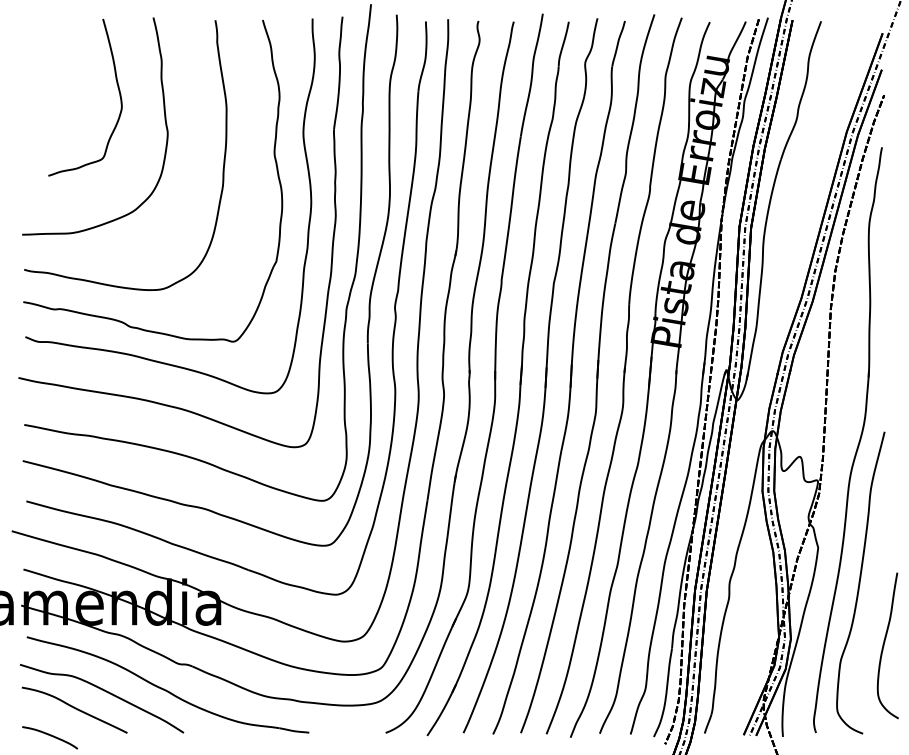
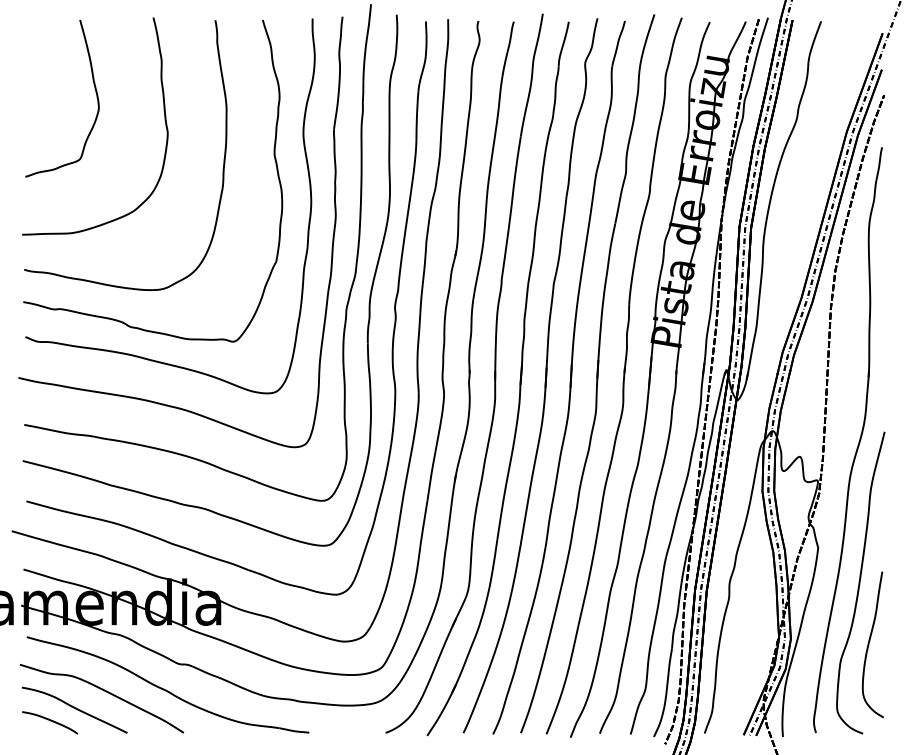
curve at (117, 87) position: (117, 87) -> (94, 88)
curve at (884, 645) position: (884, 645) -> (869, 644)
curve at (50, 736) position: (50, 736) -> (50, 721)
